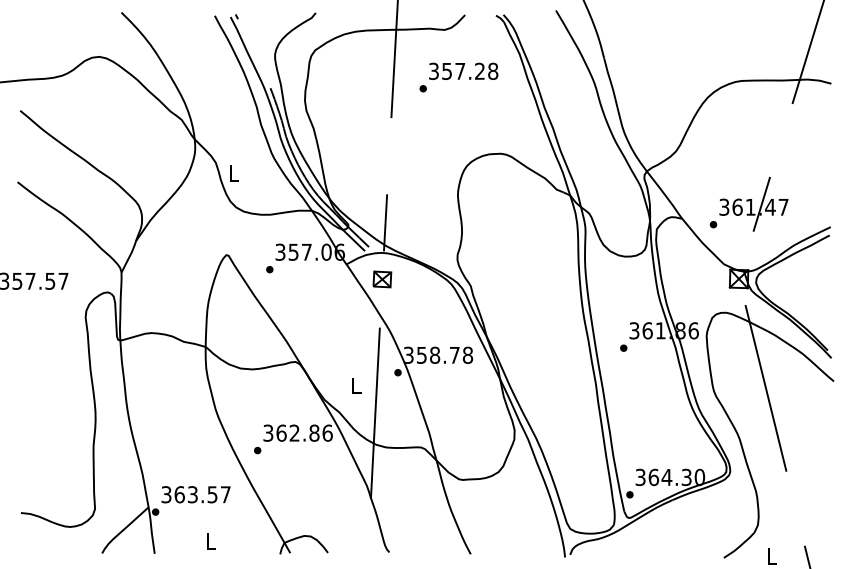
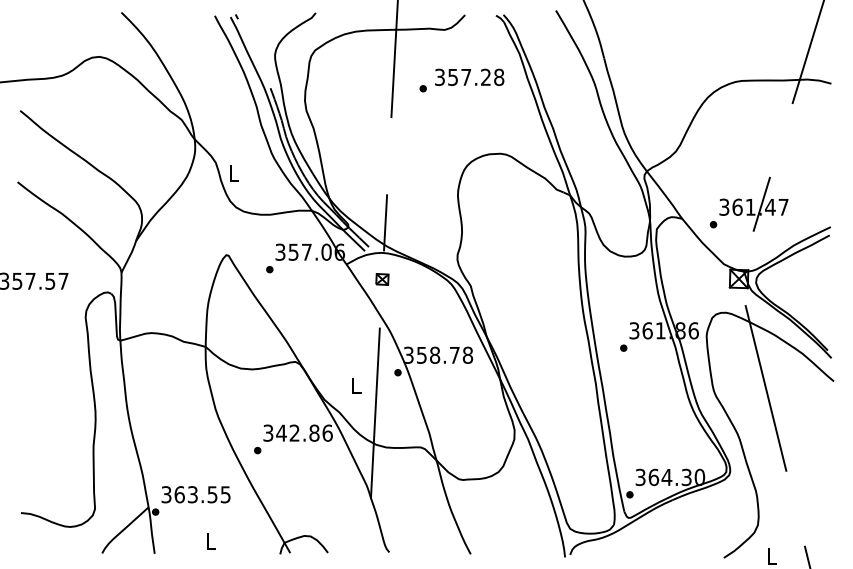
text at (463, 70) position: (463, 70) -> (469, 76)
part at (382, 279) size: 21x19 px -> 15x13 px
text at (281, 432): 362.86 -> 342.86
text at (225, 494): 363.57 -> 363.55
